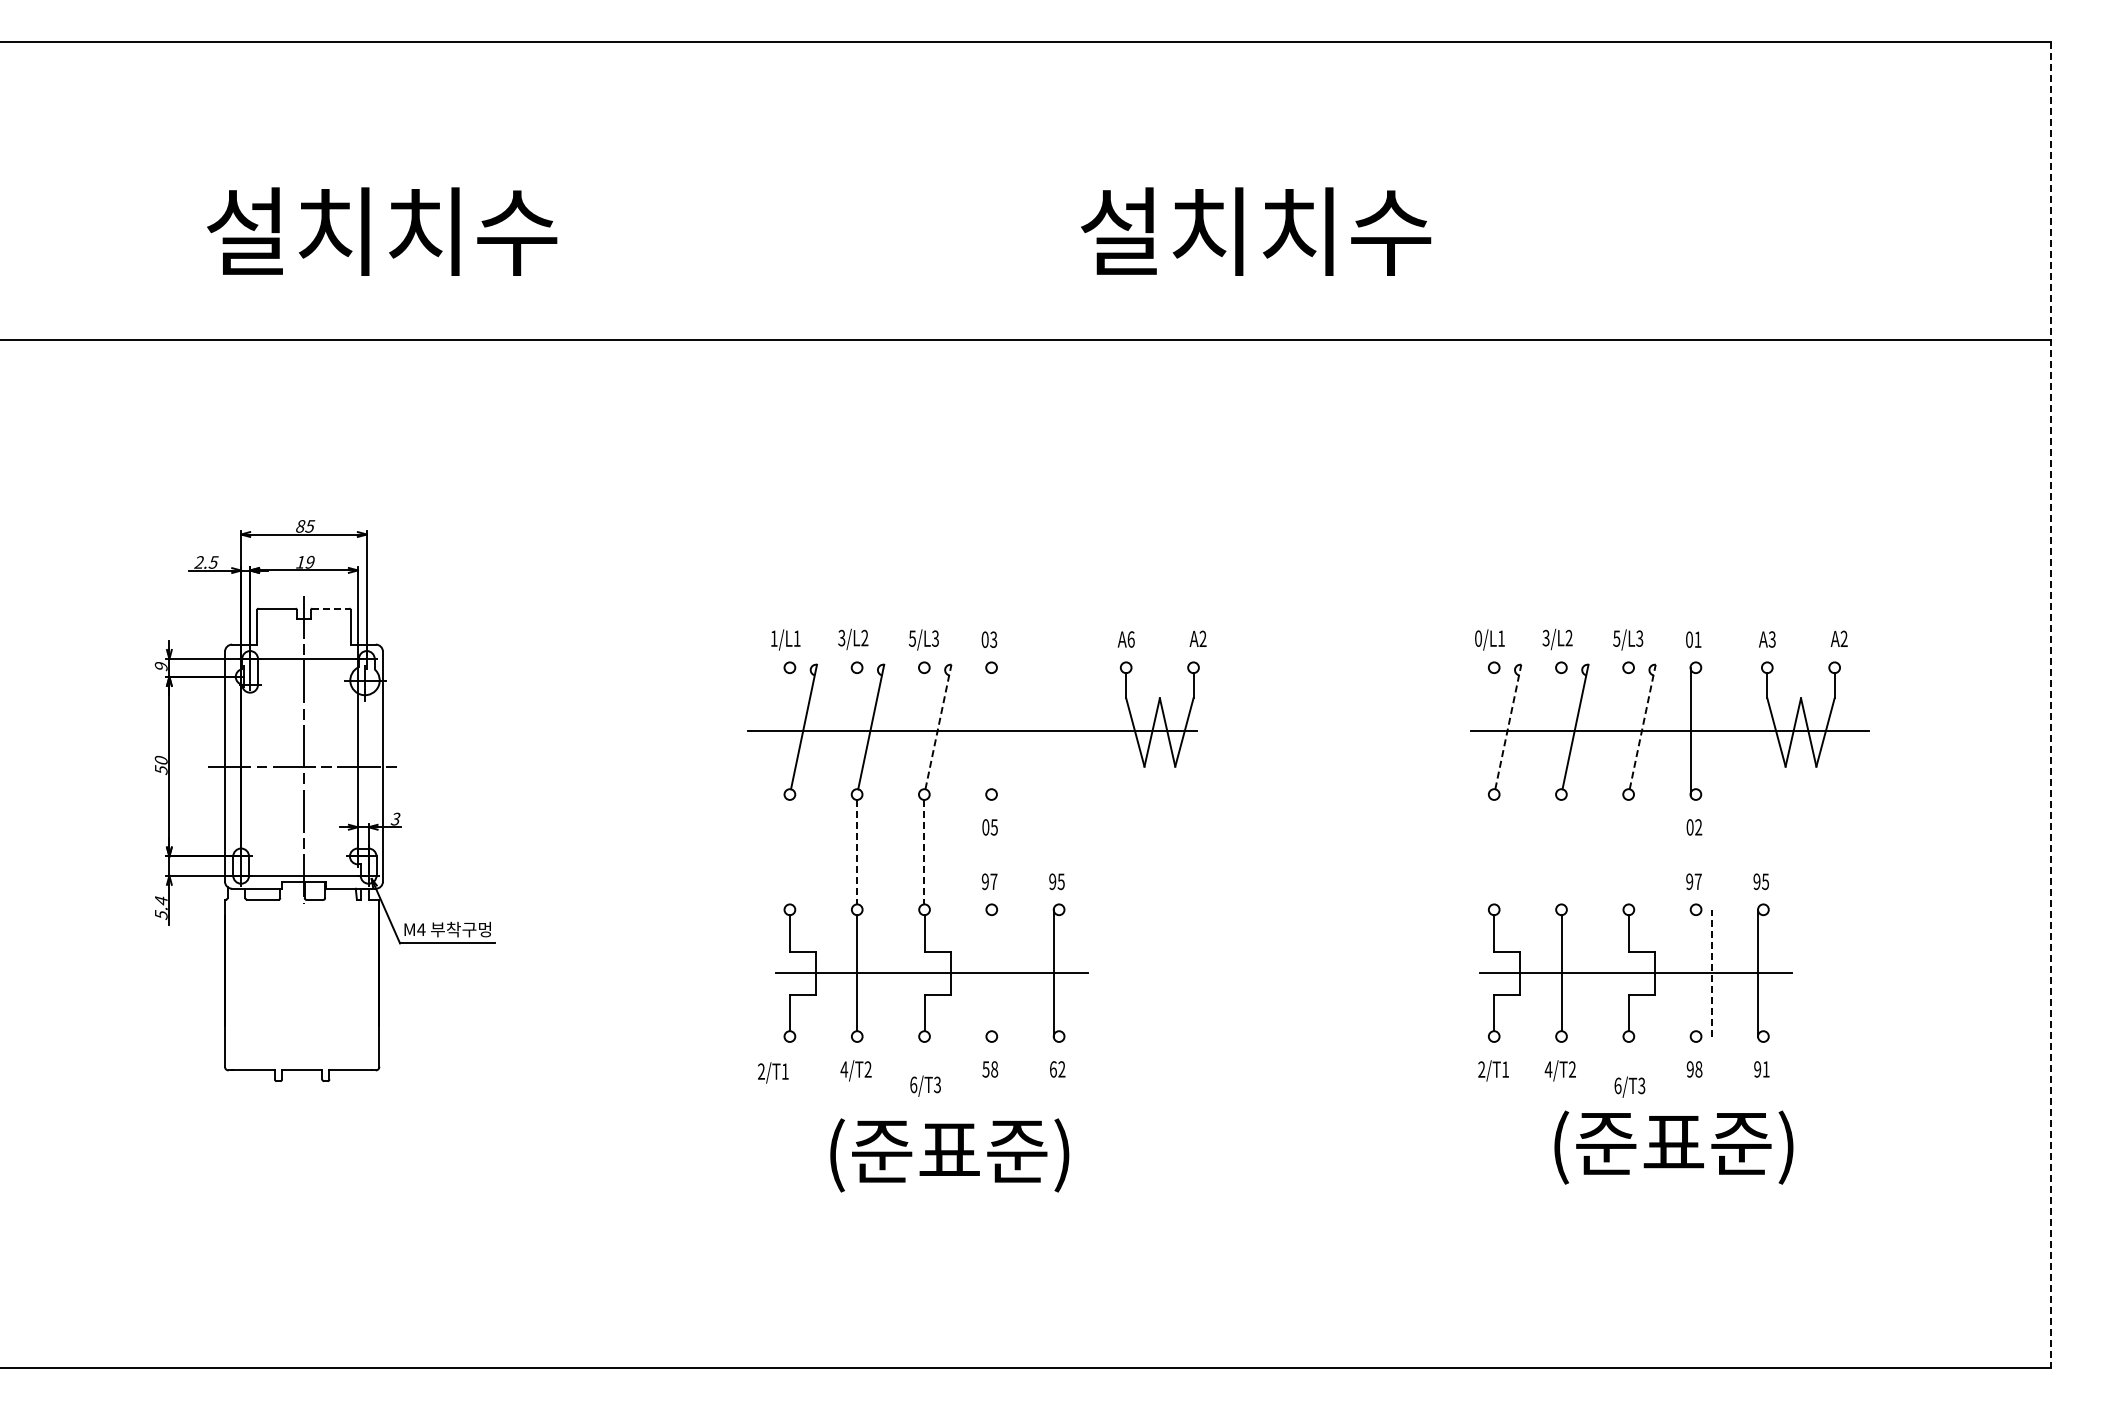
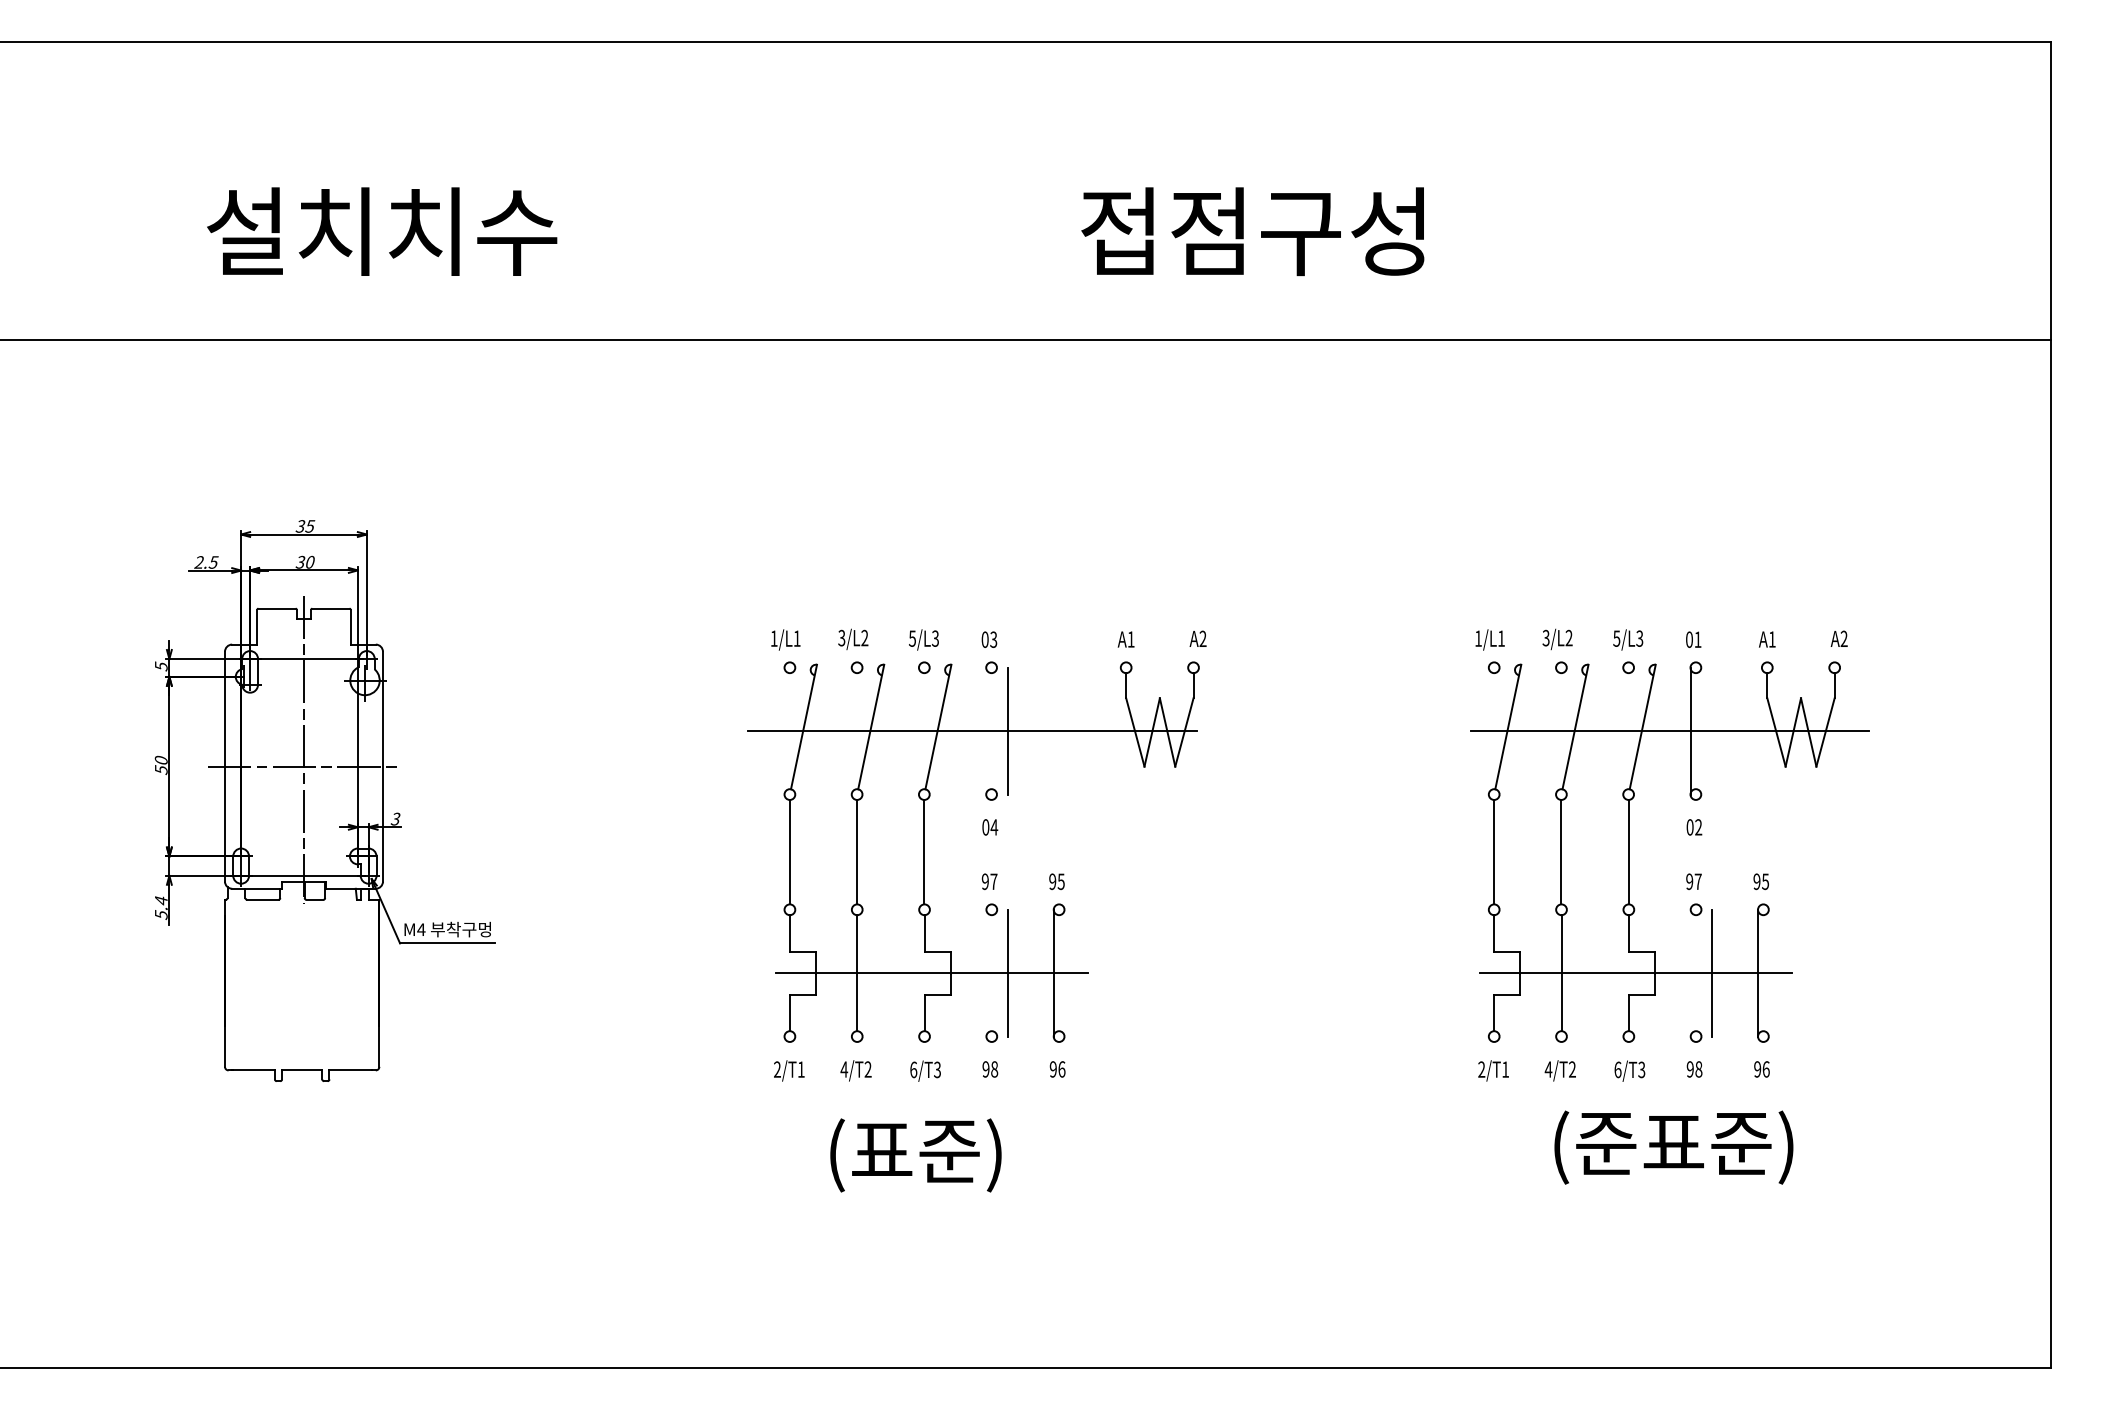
text at (1256, 231): 설치치수 -> 접점구성
text at (300, 526): 85 -> 35
text at (304, 561): 19 -> 30
line at (330, 608): dashed -> solid
text at (1478, 638): 0/L1 -> 1/L1
text at (1130, 639): A6 -> A1
text at (1771, 639): A3 -> A1
text at (160, 666): 9 -> 5
line at (2050, 704): dashed -> solid
line at (938, 727): dashed -> solid
line at (1508, 727): dashed -> solid
line at (1642, 727): dashed -> solid
line at (1007, 730): none -> present
text at (994, 827): 05 -> 04
line at (789, 851): none -> present
line at (1494, 851): none -> present
line at (1561, 851): none -> present
line at (1628, 851): none -> present
line at (857, 852): dashed -> solid
line at (924, 852): dashed -> solid
line at (1007, 972): none -> present
line at (1712, 972): dashed -> solid
text at (985, 1069): 58 -> 98
text at (1057, 1069): 62 -> 96
text at (1765, 1069): 91 -> 96
text at (773, 1072) position: (773, 1072) -> (789, 1070)
text at (925, 1085) position: (925, 1085) -> (925, 1070)
text at (1629, 1086) position: (1629, 1086) -> (1629, 1070)
text at (960, 1155): (준표준) -> (표준)
